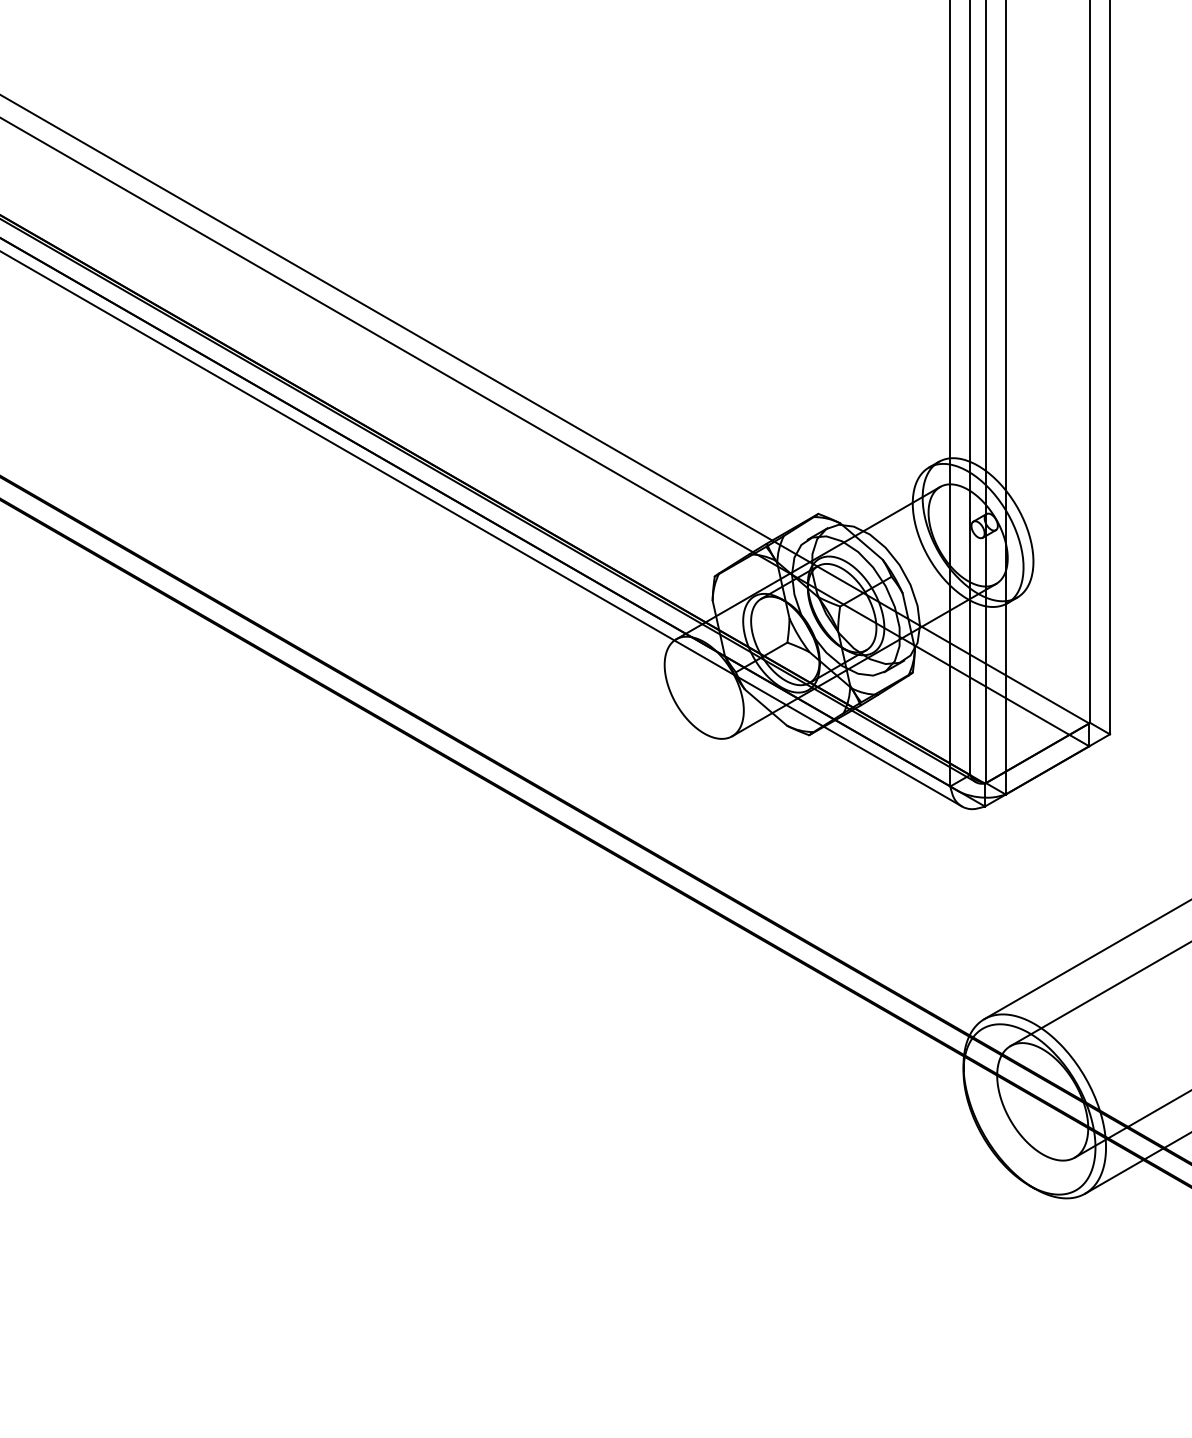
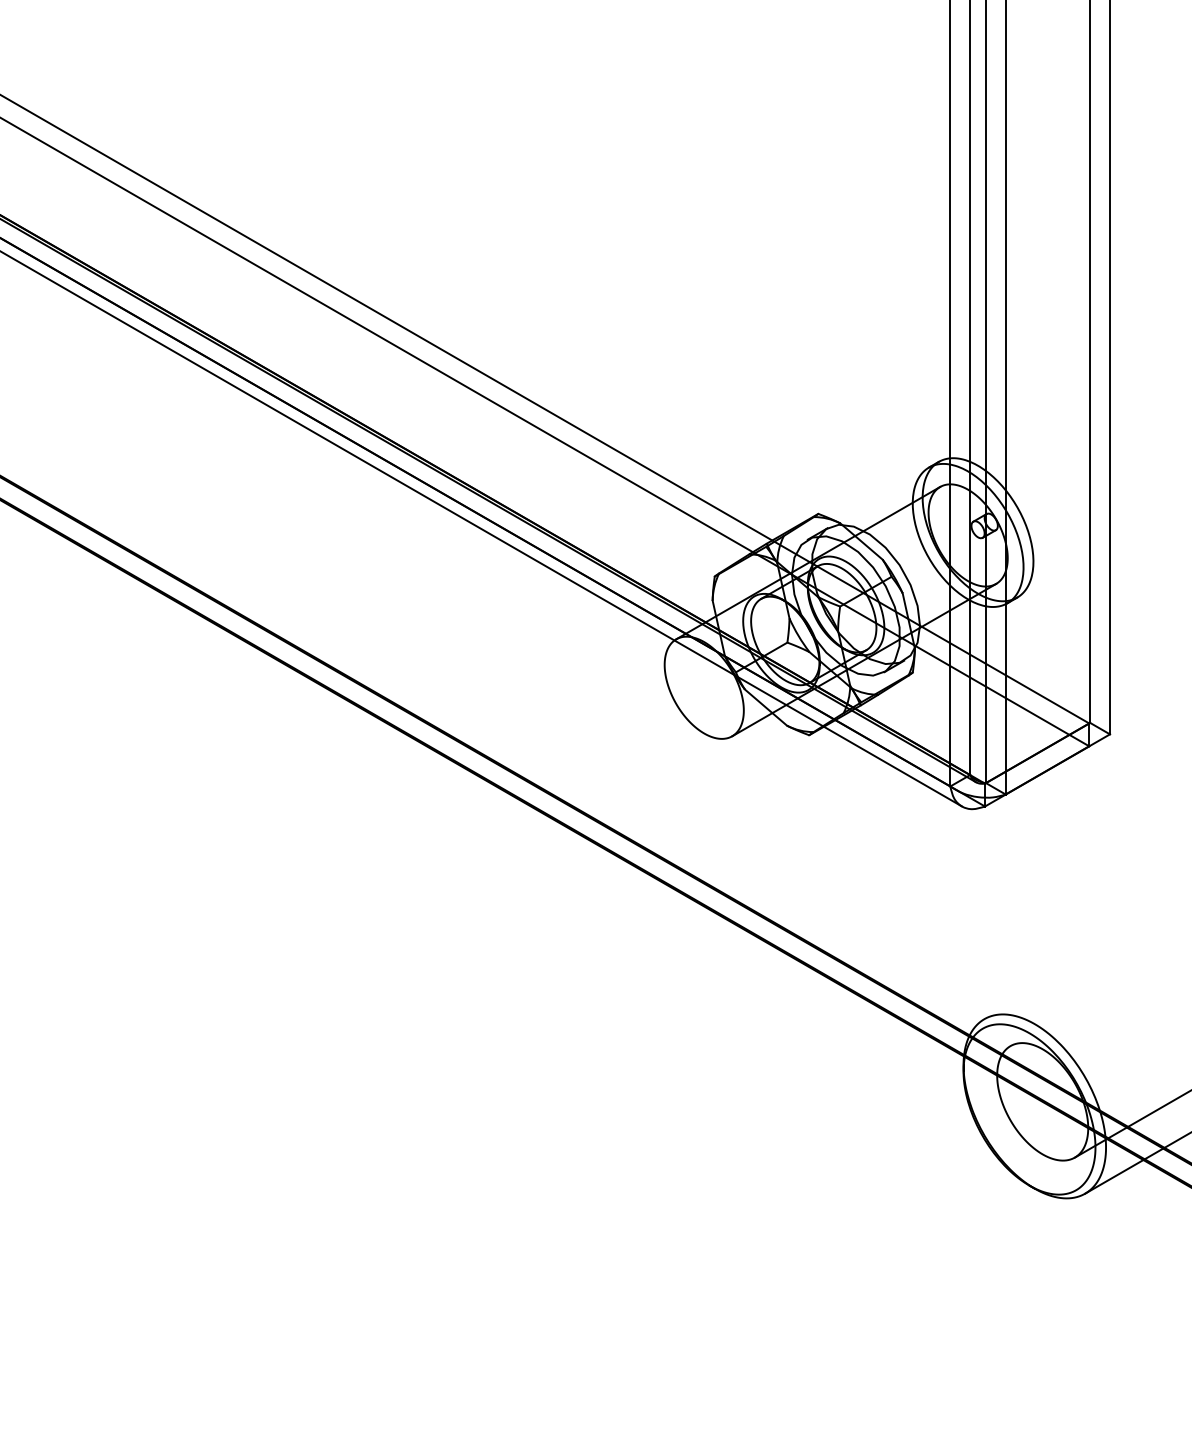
line at (1086, 960): present -> none
line at (1099, 994): present -> none
